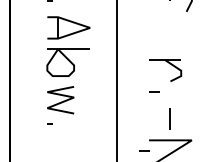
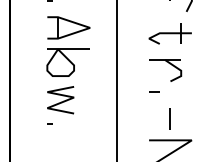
part at (169, 33): none -> present
curve at (144, 150): present -> none
